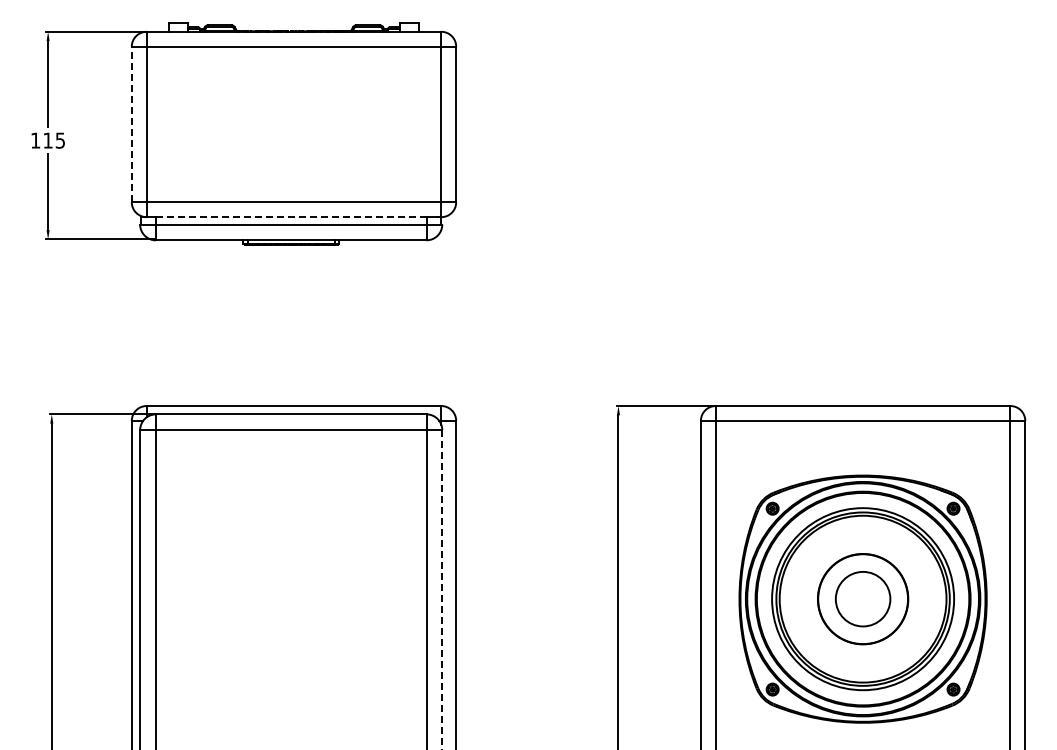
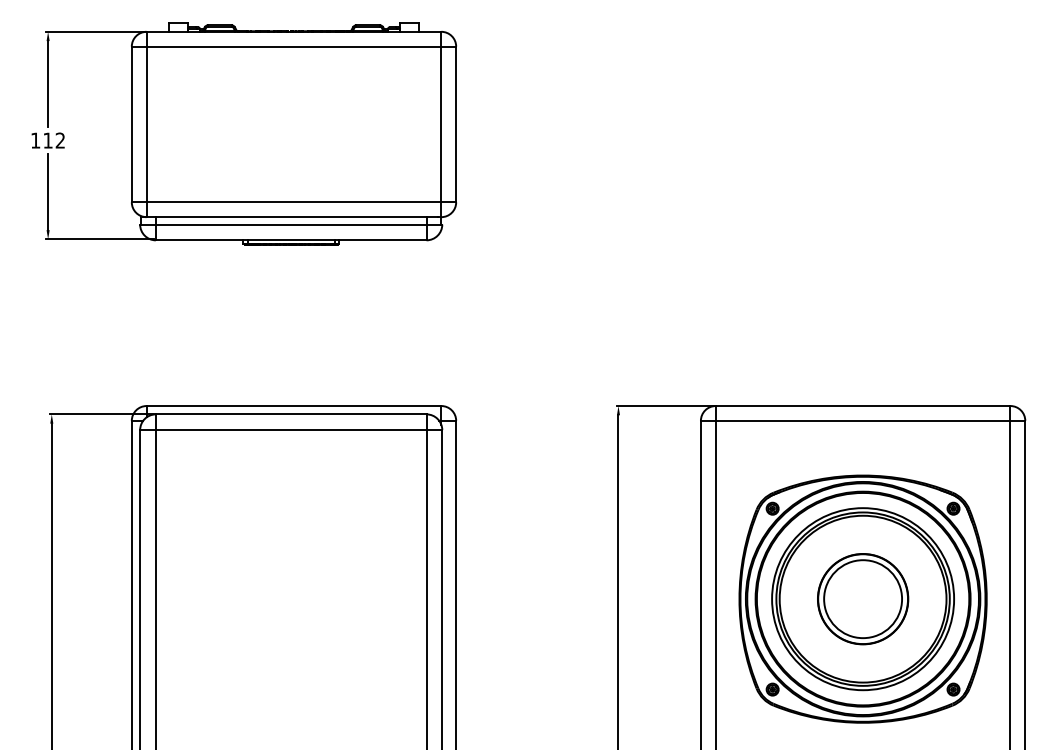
line at (131, 124): dashed -> solid
text at (59, 140): 115 -> 112
line at (290, 217): dashed -> solid
line at (442, 589): dashed -> solid
circle at (862, 598) diameter: 55 px -> 78 px
